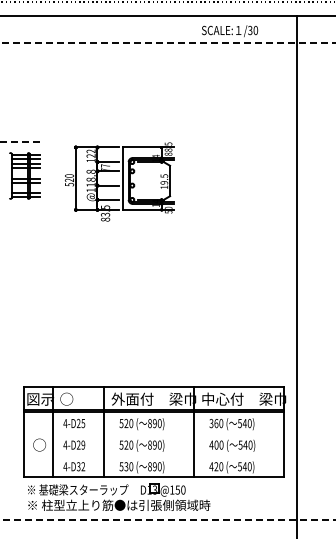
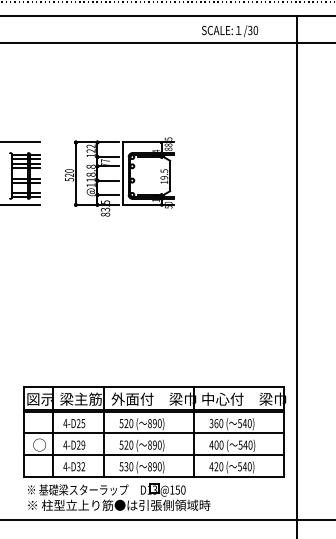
line at (168, 43): dashed -> solid
line at (19, 142): dashed -> solid
part at (119, 181) position: (119, 181) -> (119, 176)
line at (20, 204): none -> present
text at (80, 398): ○ -> 梁主筋
line at (153, 433): none -> present
line at (153, 455): none -> present
line at (167, 519): dashed -> solid
